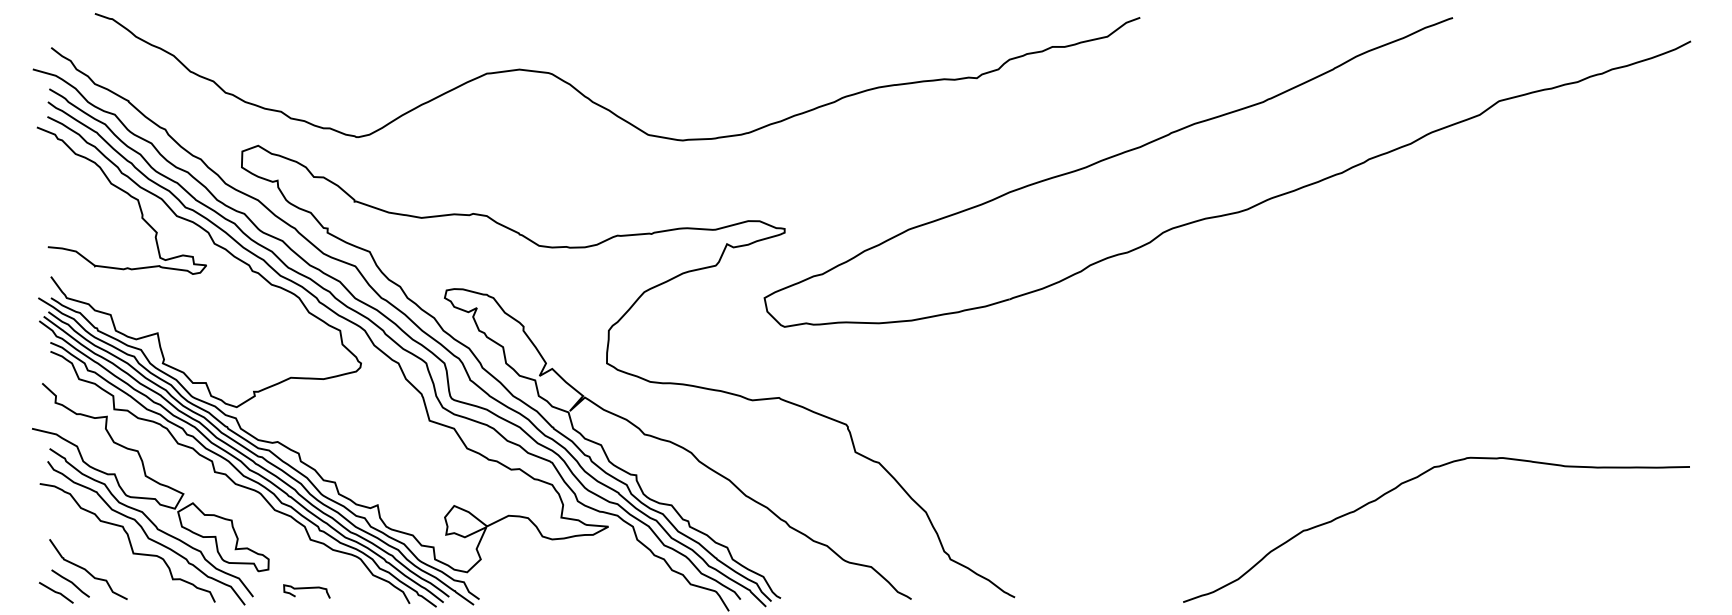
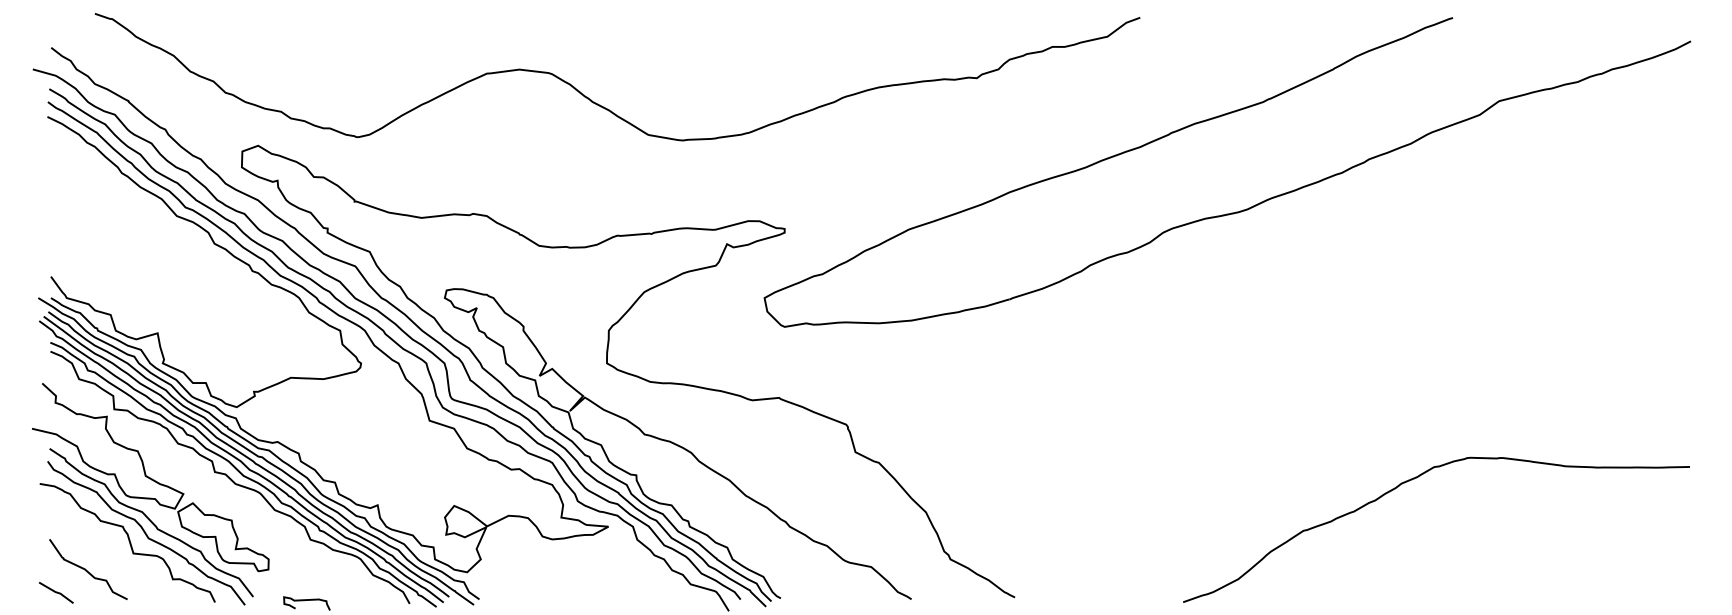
curve at (125, 193): present -> none
line at (70, 582): present -> none
curve at (304, 589) position: (304, 589) -> (304, 601)
